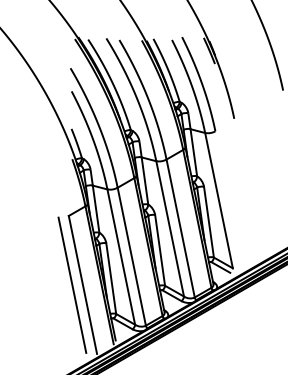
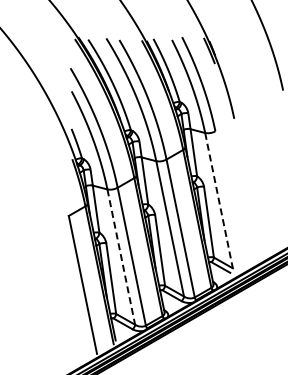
line at (219, 201): solid -> dashed
line at (121, 257): solid -> dashed
line at (72, 284): present -> none
